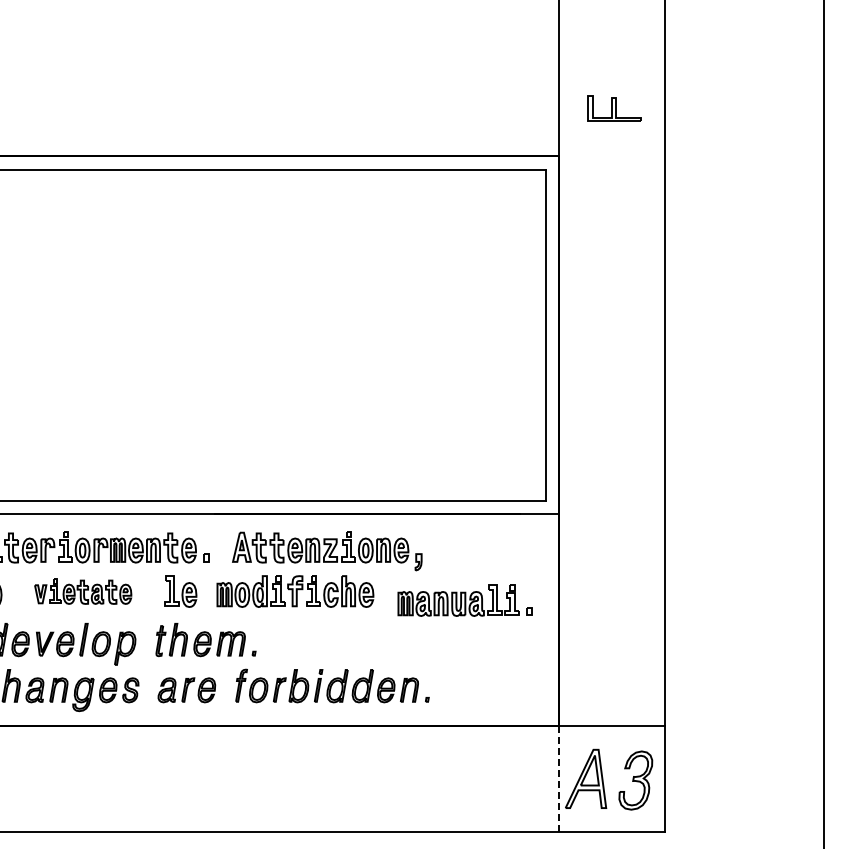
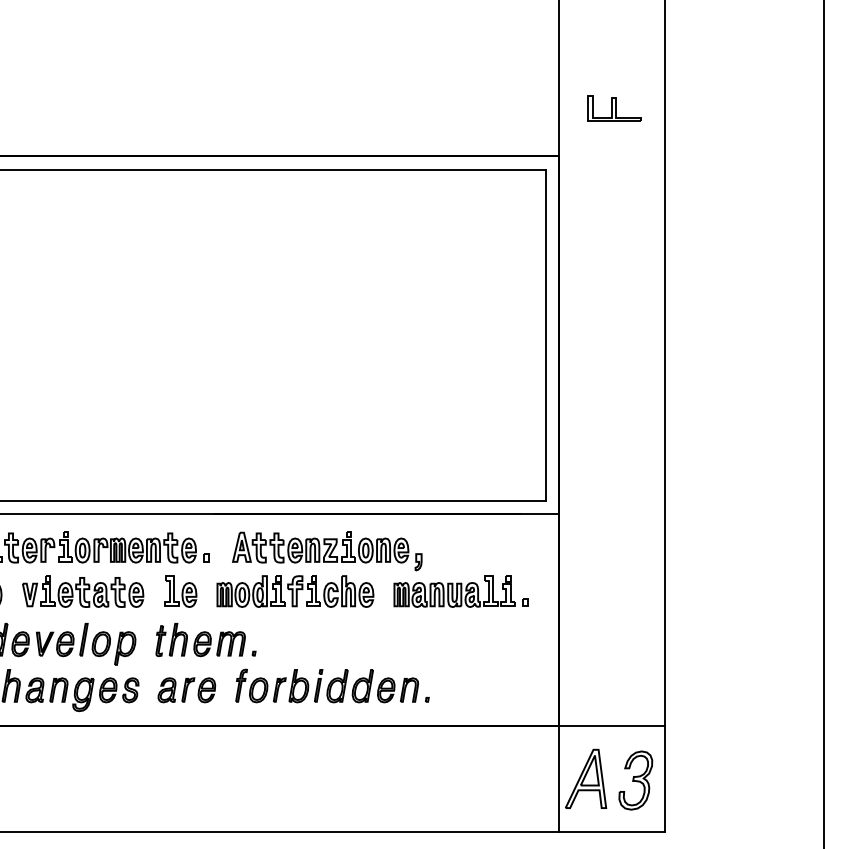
part at (83, 591) size: 99x27 px -> 123x33 px
part at (464, 600) position: (464, 600) -> (460, 591)
line at (559, 778): dashed -> solid
